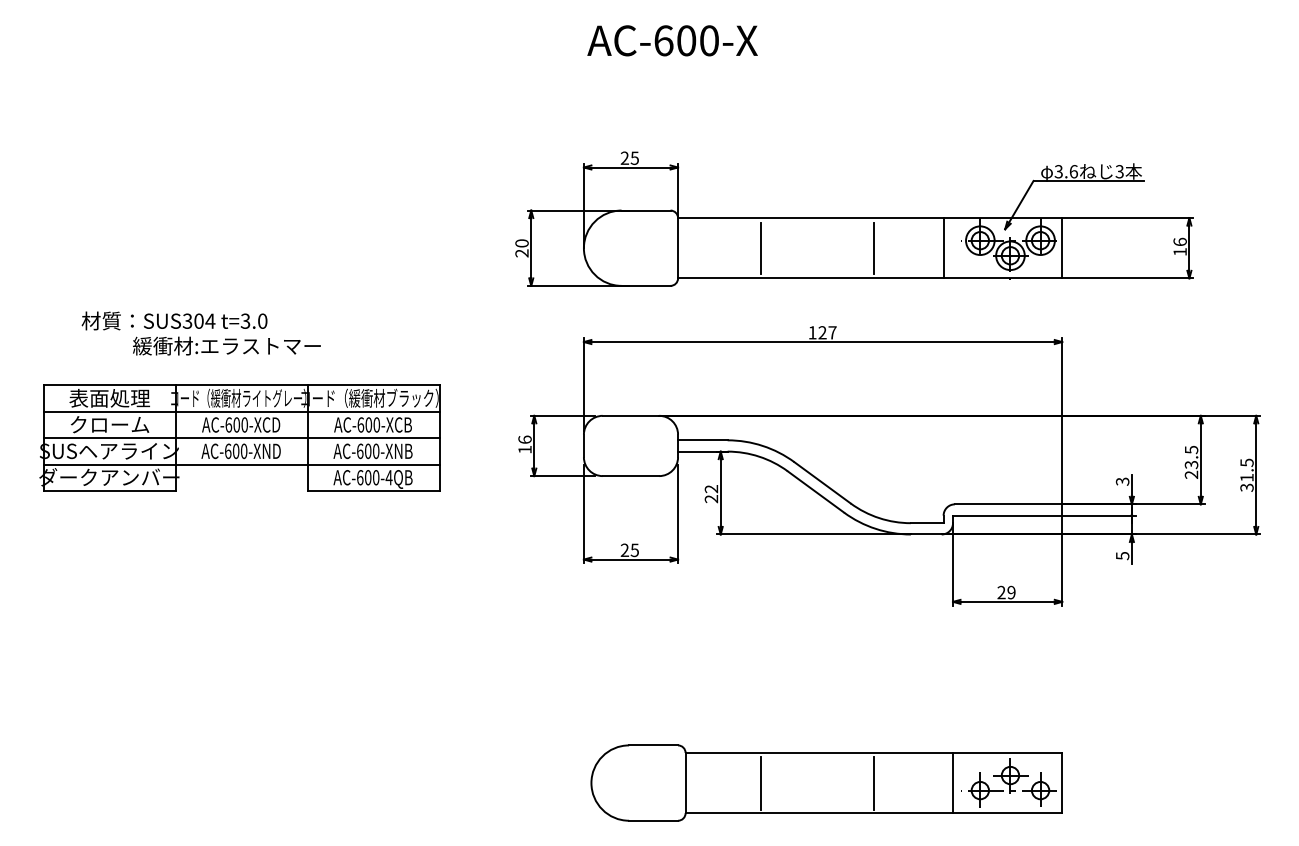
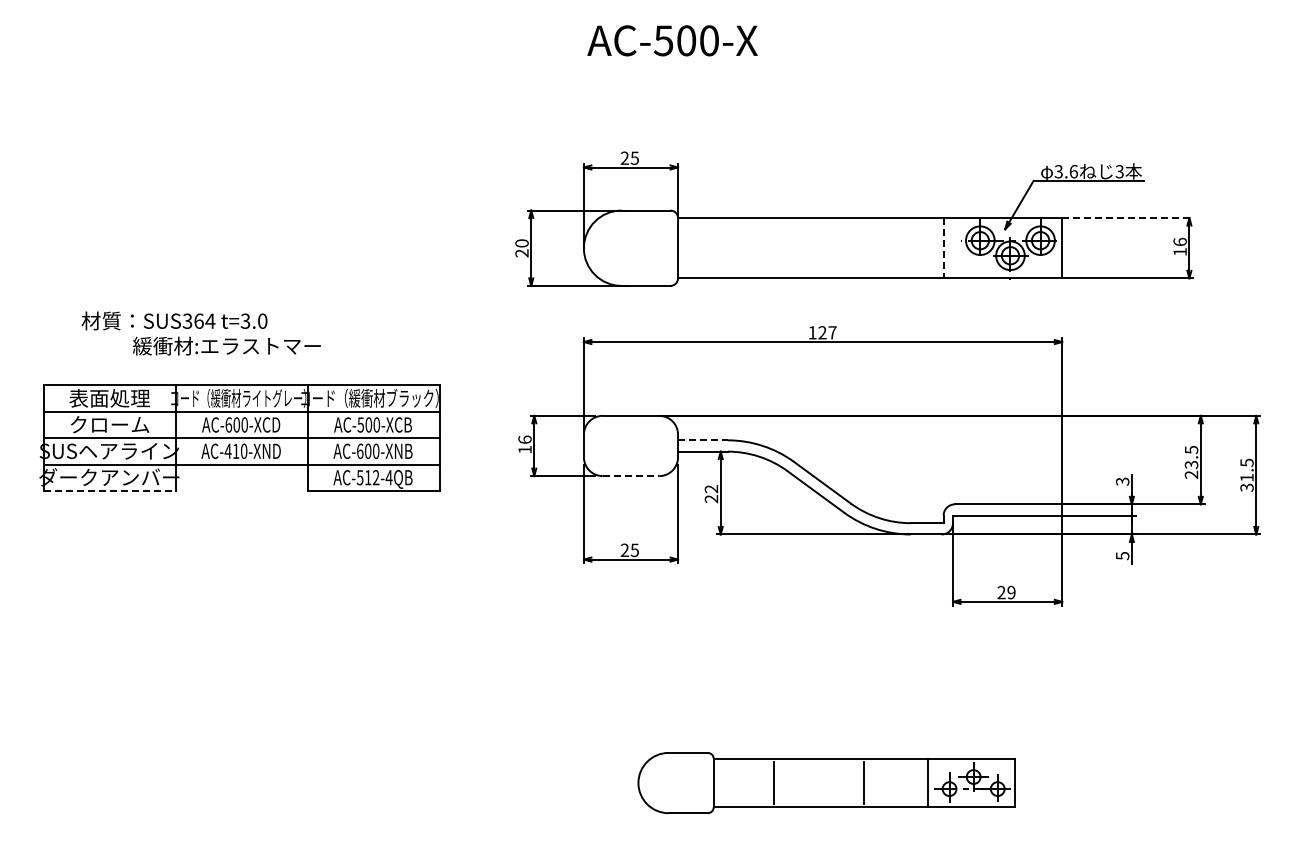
text at (663, 40): AC-600-X -> AC-500-X
line at (1128, 218): solid -> dashed
line at (760, 248): present -> none
line at (873, 248): present -> none
line at (943, 248): solid -> dashed
text at (198, 320): SUS304 -> SUS364
text at (360, 424): AC-600-XCB -> AC-500-XCB
line at (702, 440): solid -> dashed
text at (231, 451): AC-600-XND -> AC-410-XND
line at (631, 476): solid -> dashed
text at (367, 477): AC-600-4QB -> AC-512-4QB
line at (110, 490): solid -> dashed
part at (826, 782) size: 473x78 px -> 379x63 px
